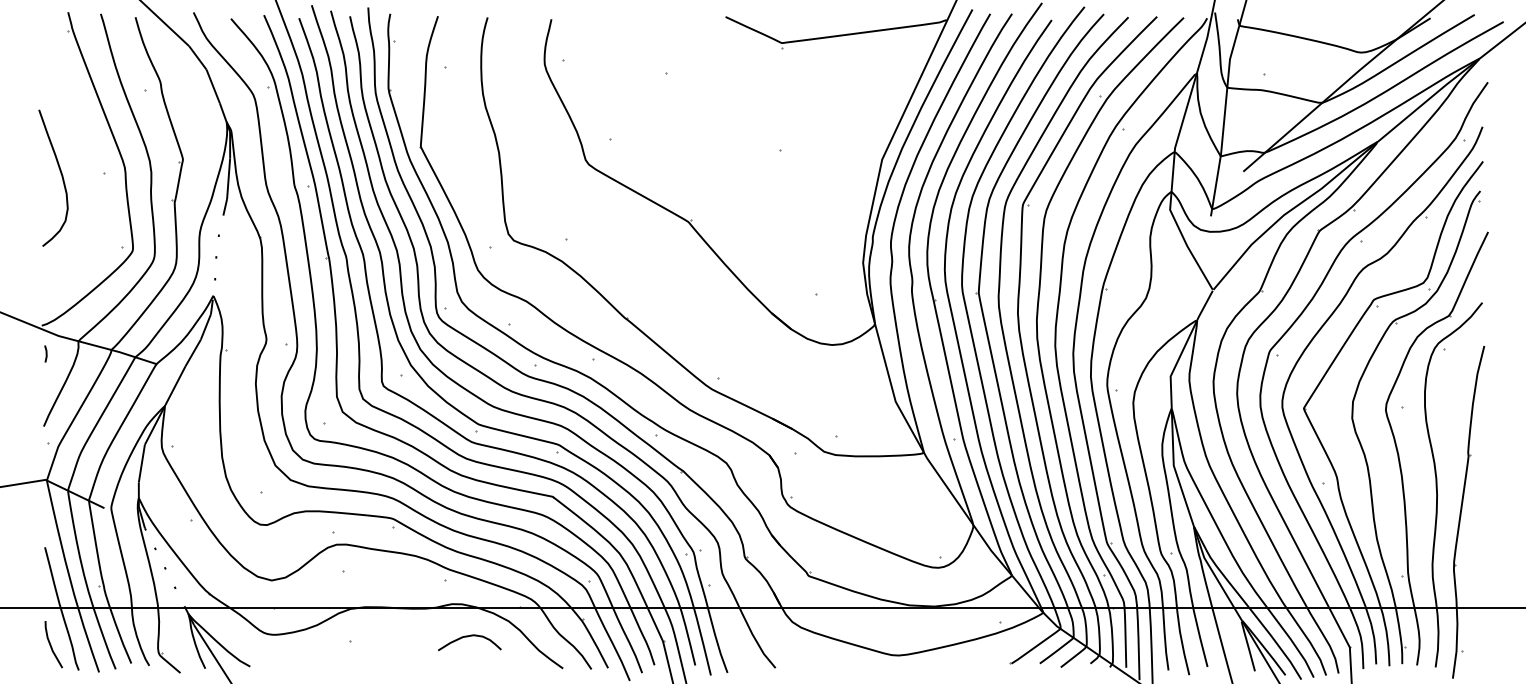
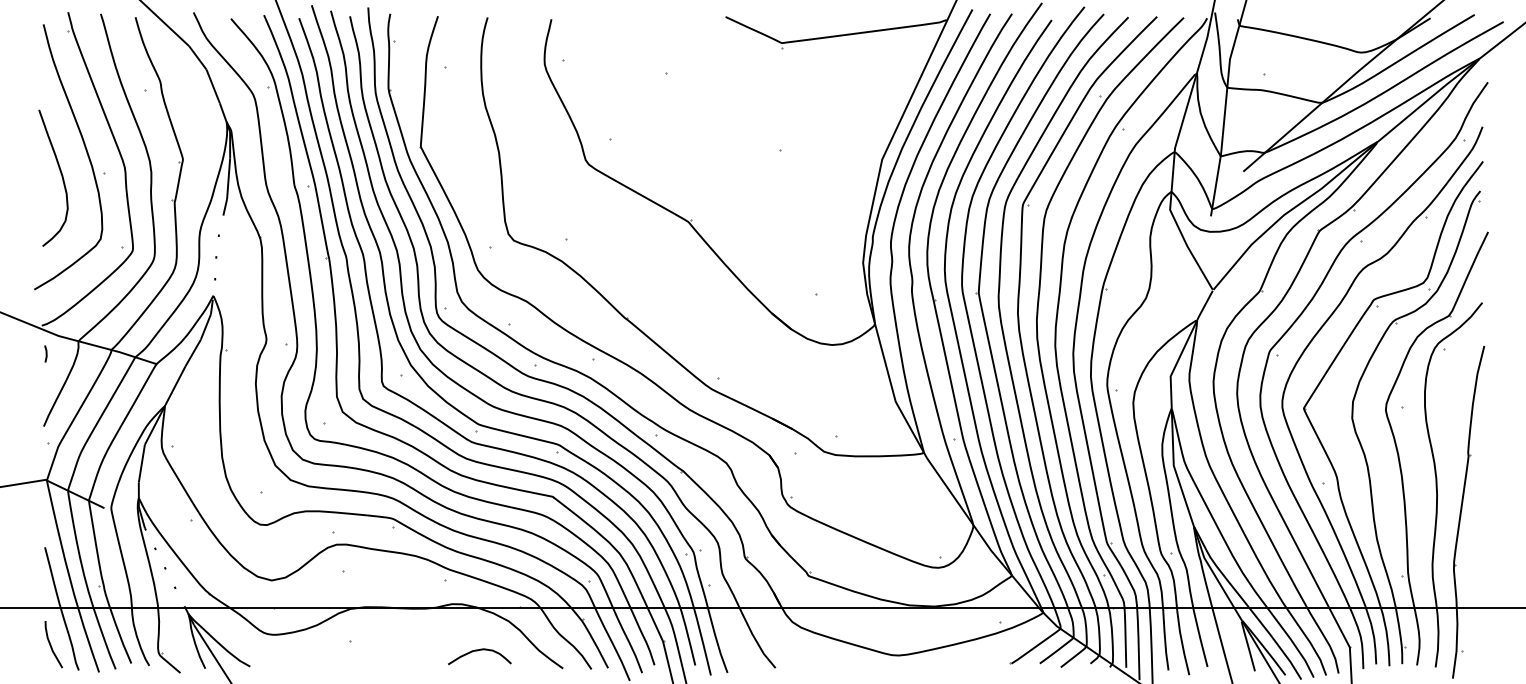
curve at (85, 150): none -> present
curve at (467, 637) position: (467, 637) -> (477, 651)
